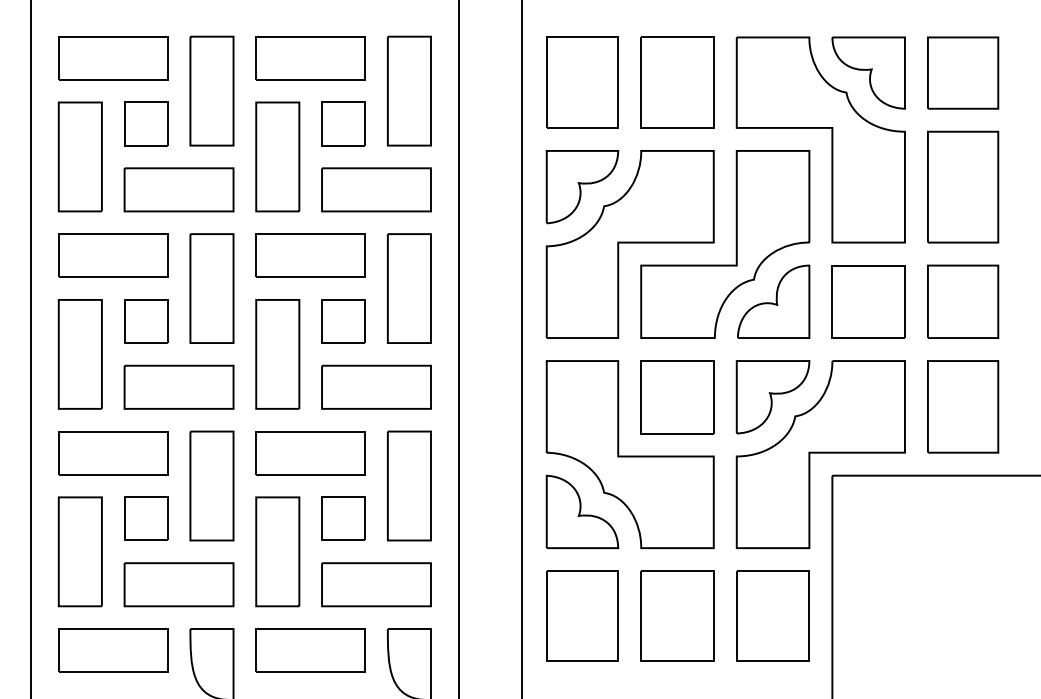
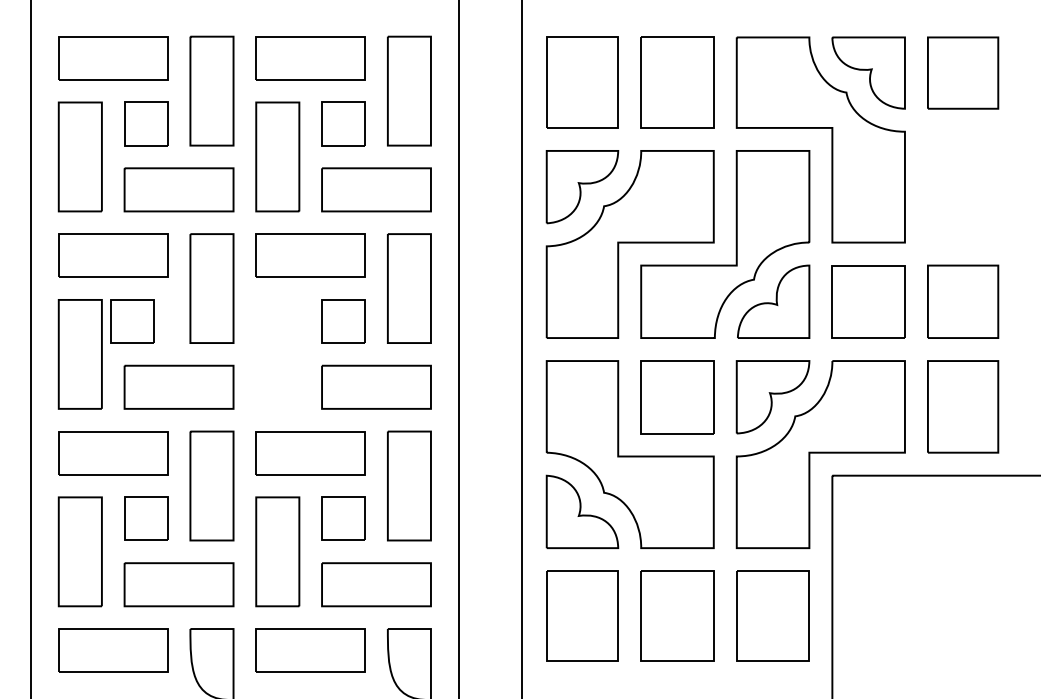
part at (963, 186): present -> none
part at (146, 321) position: (146, 321) -> (132, 321)
part at (277, 354): present -> none
